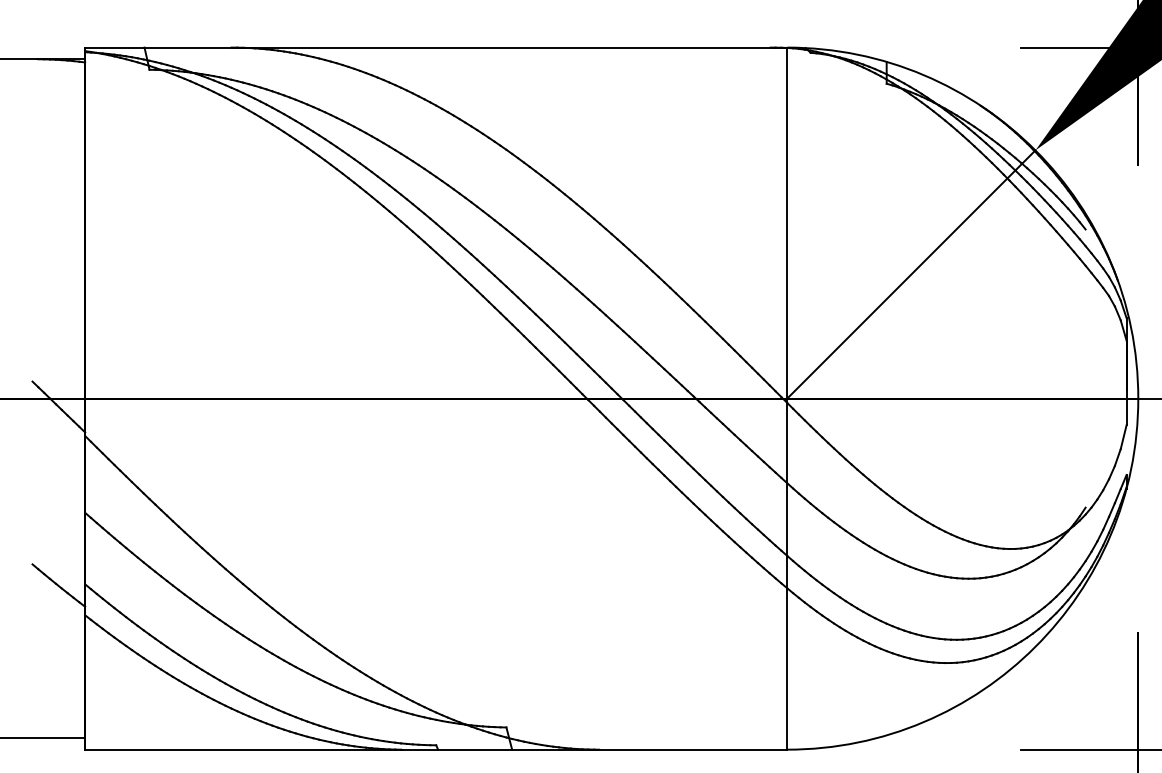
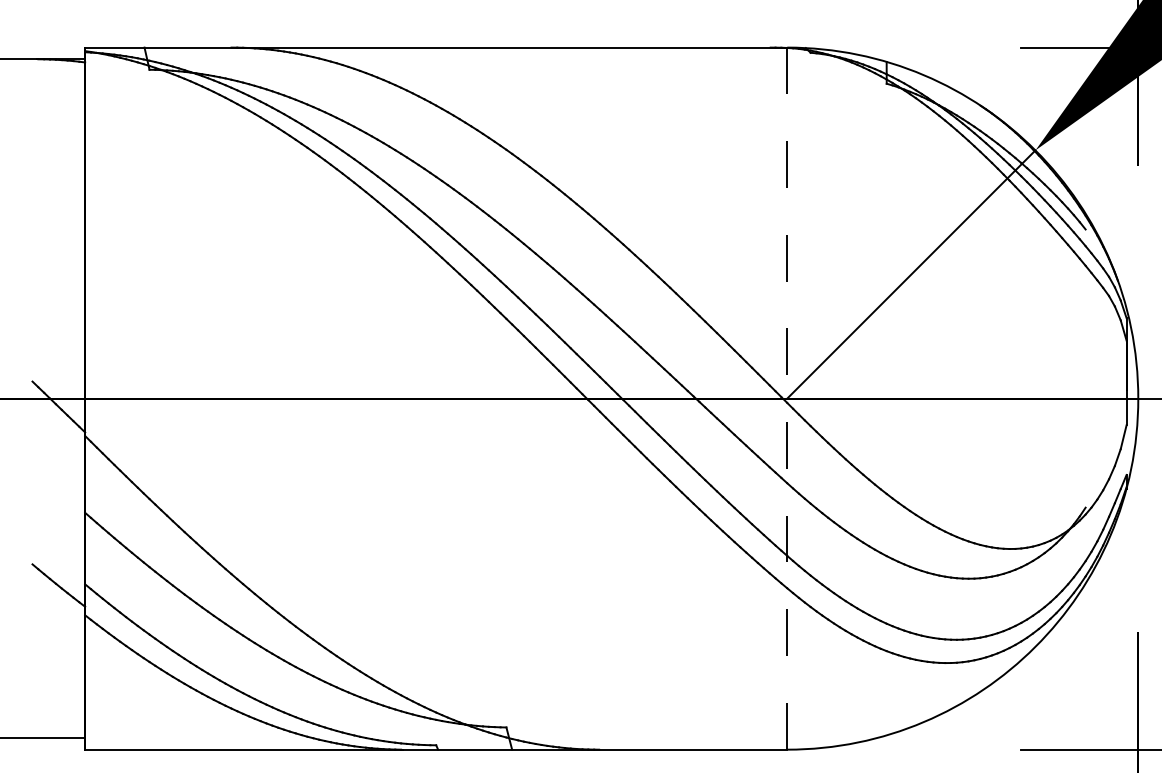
line at (787, 398): solid -> dashed
